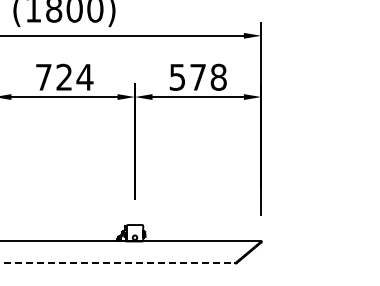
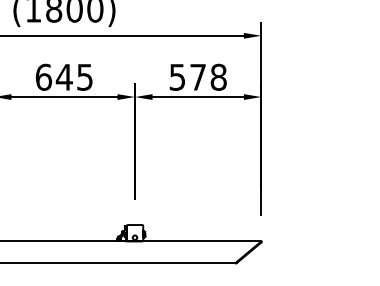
text at (64, 76): 724 -> 645
line at (118, 263): dashed -> solid
